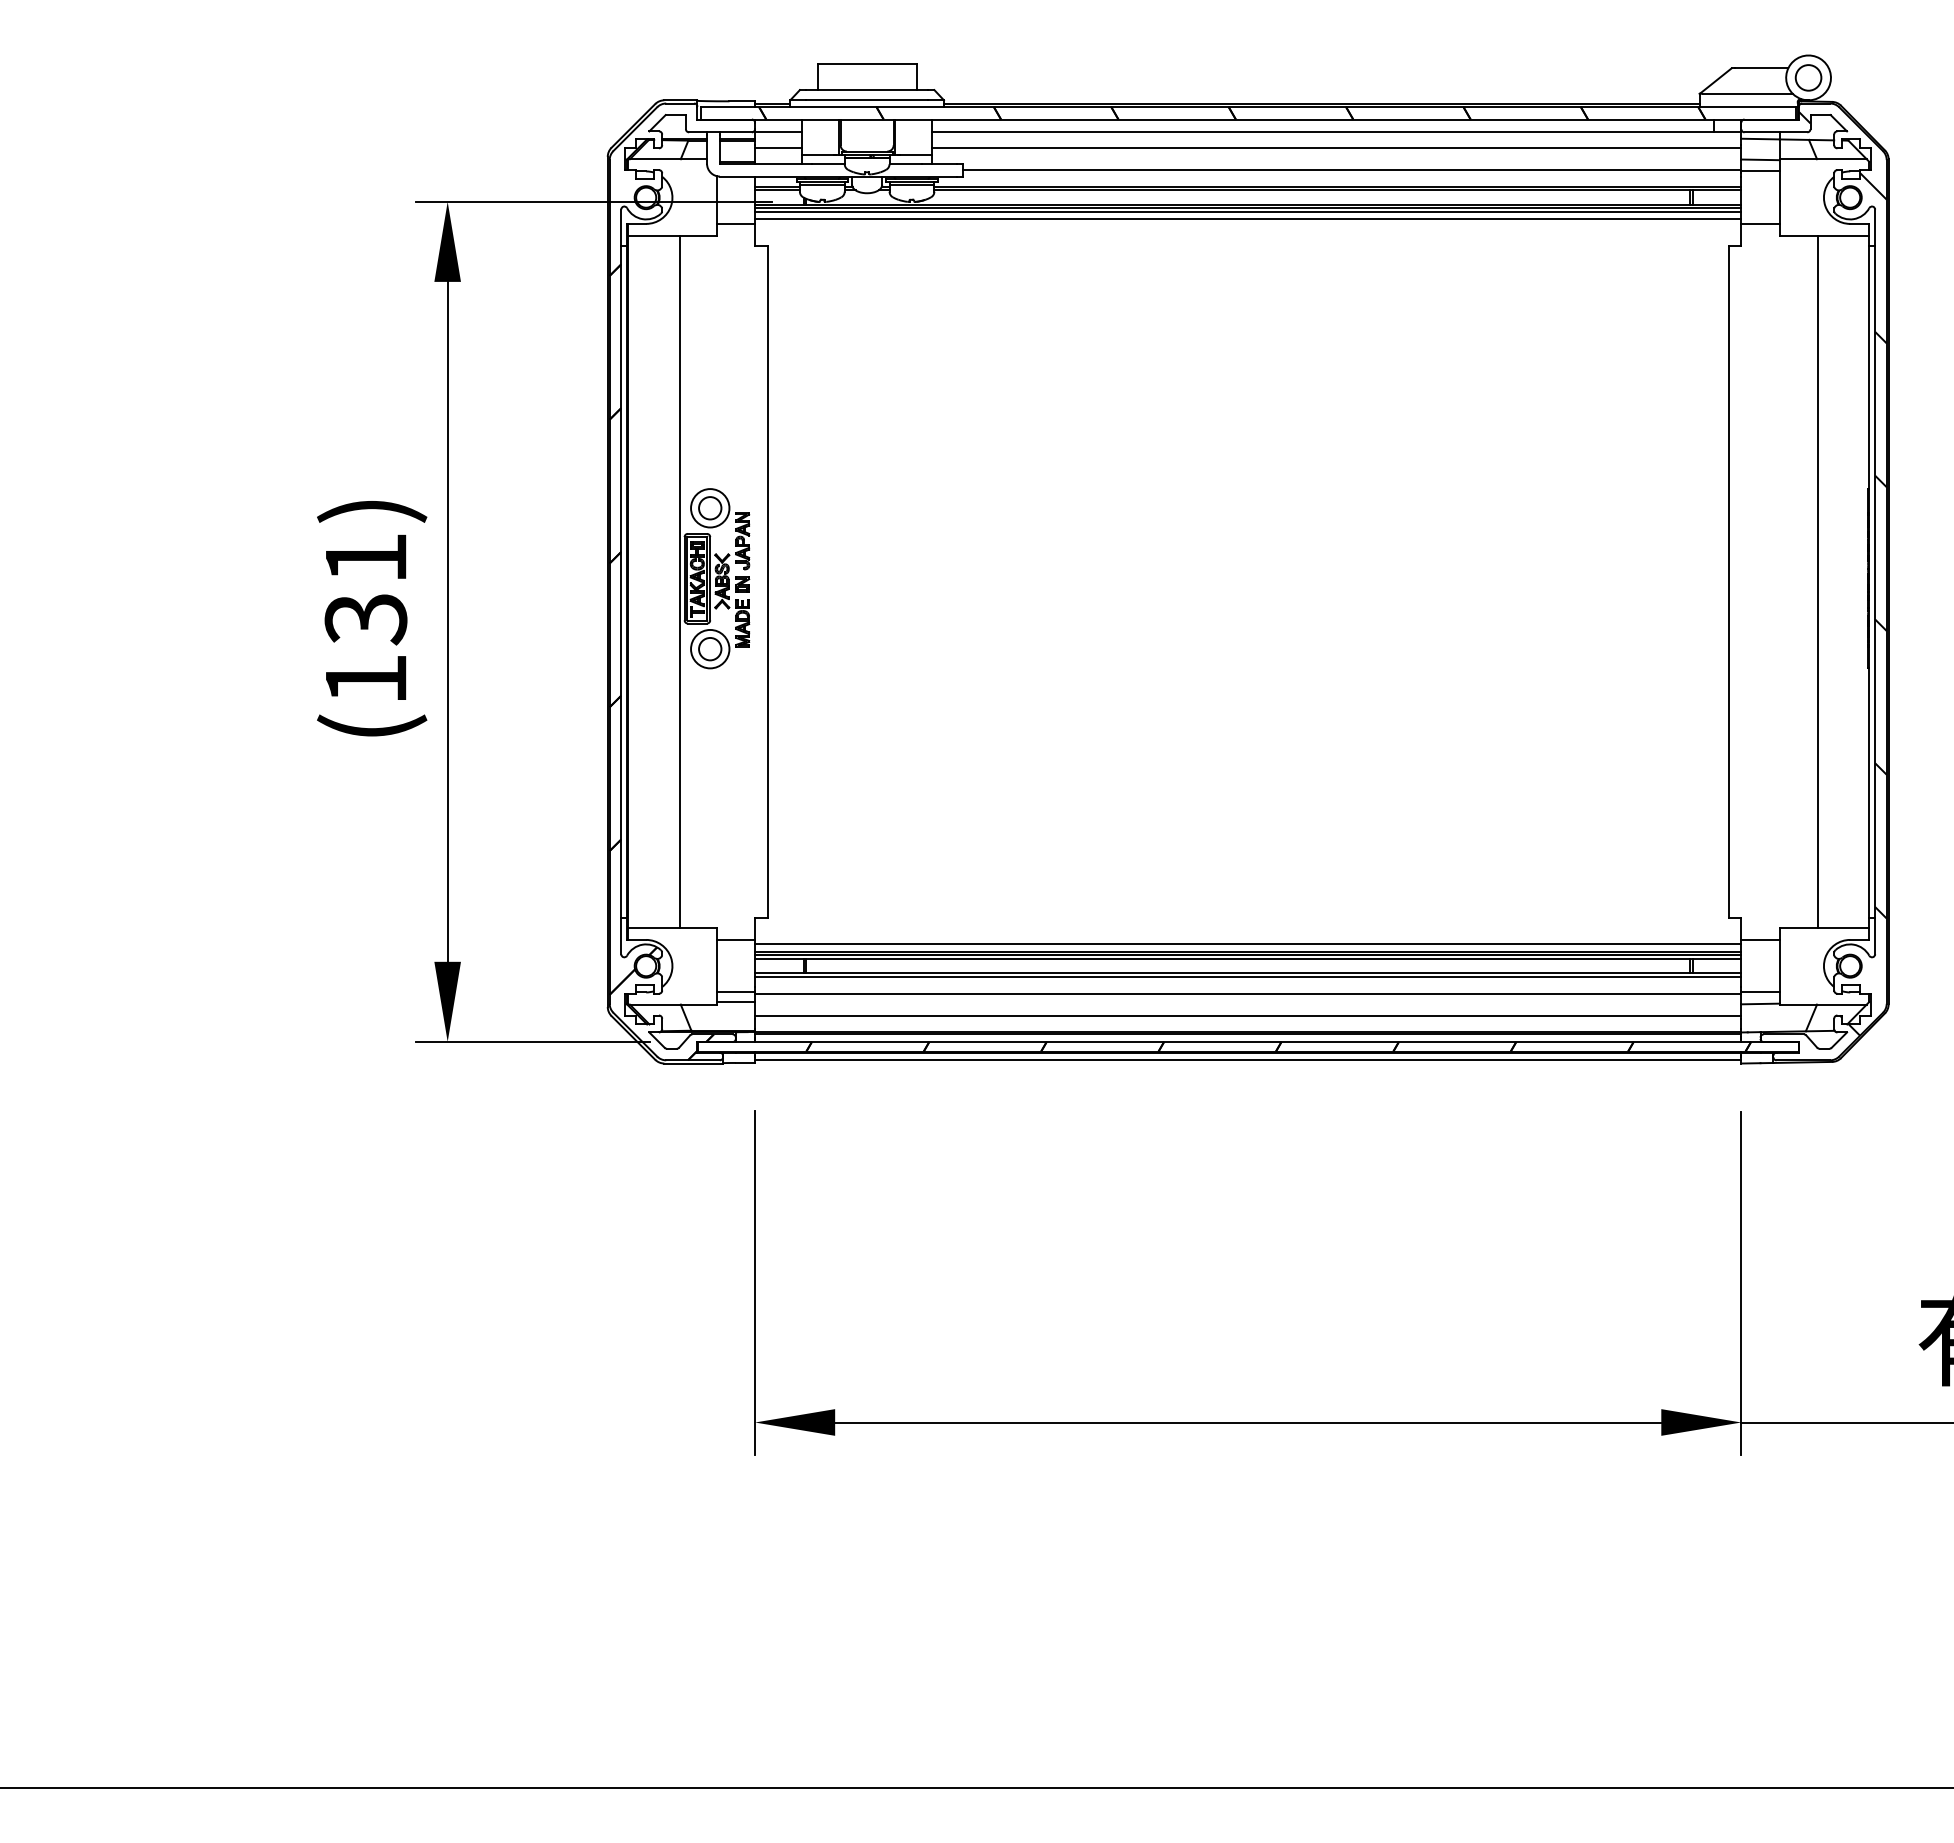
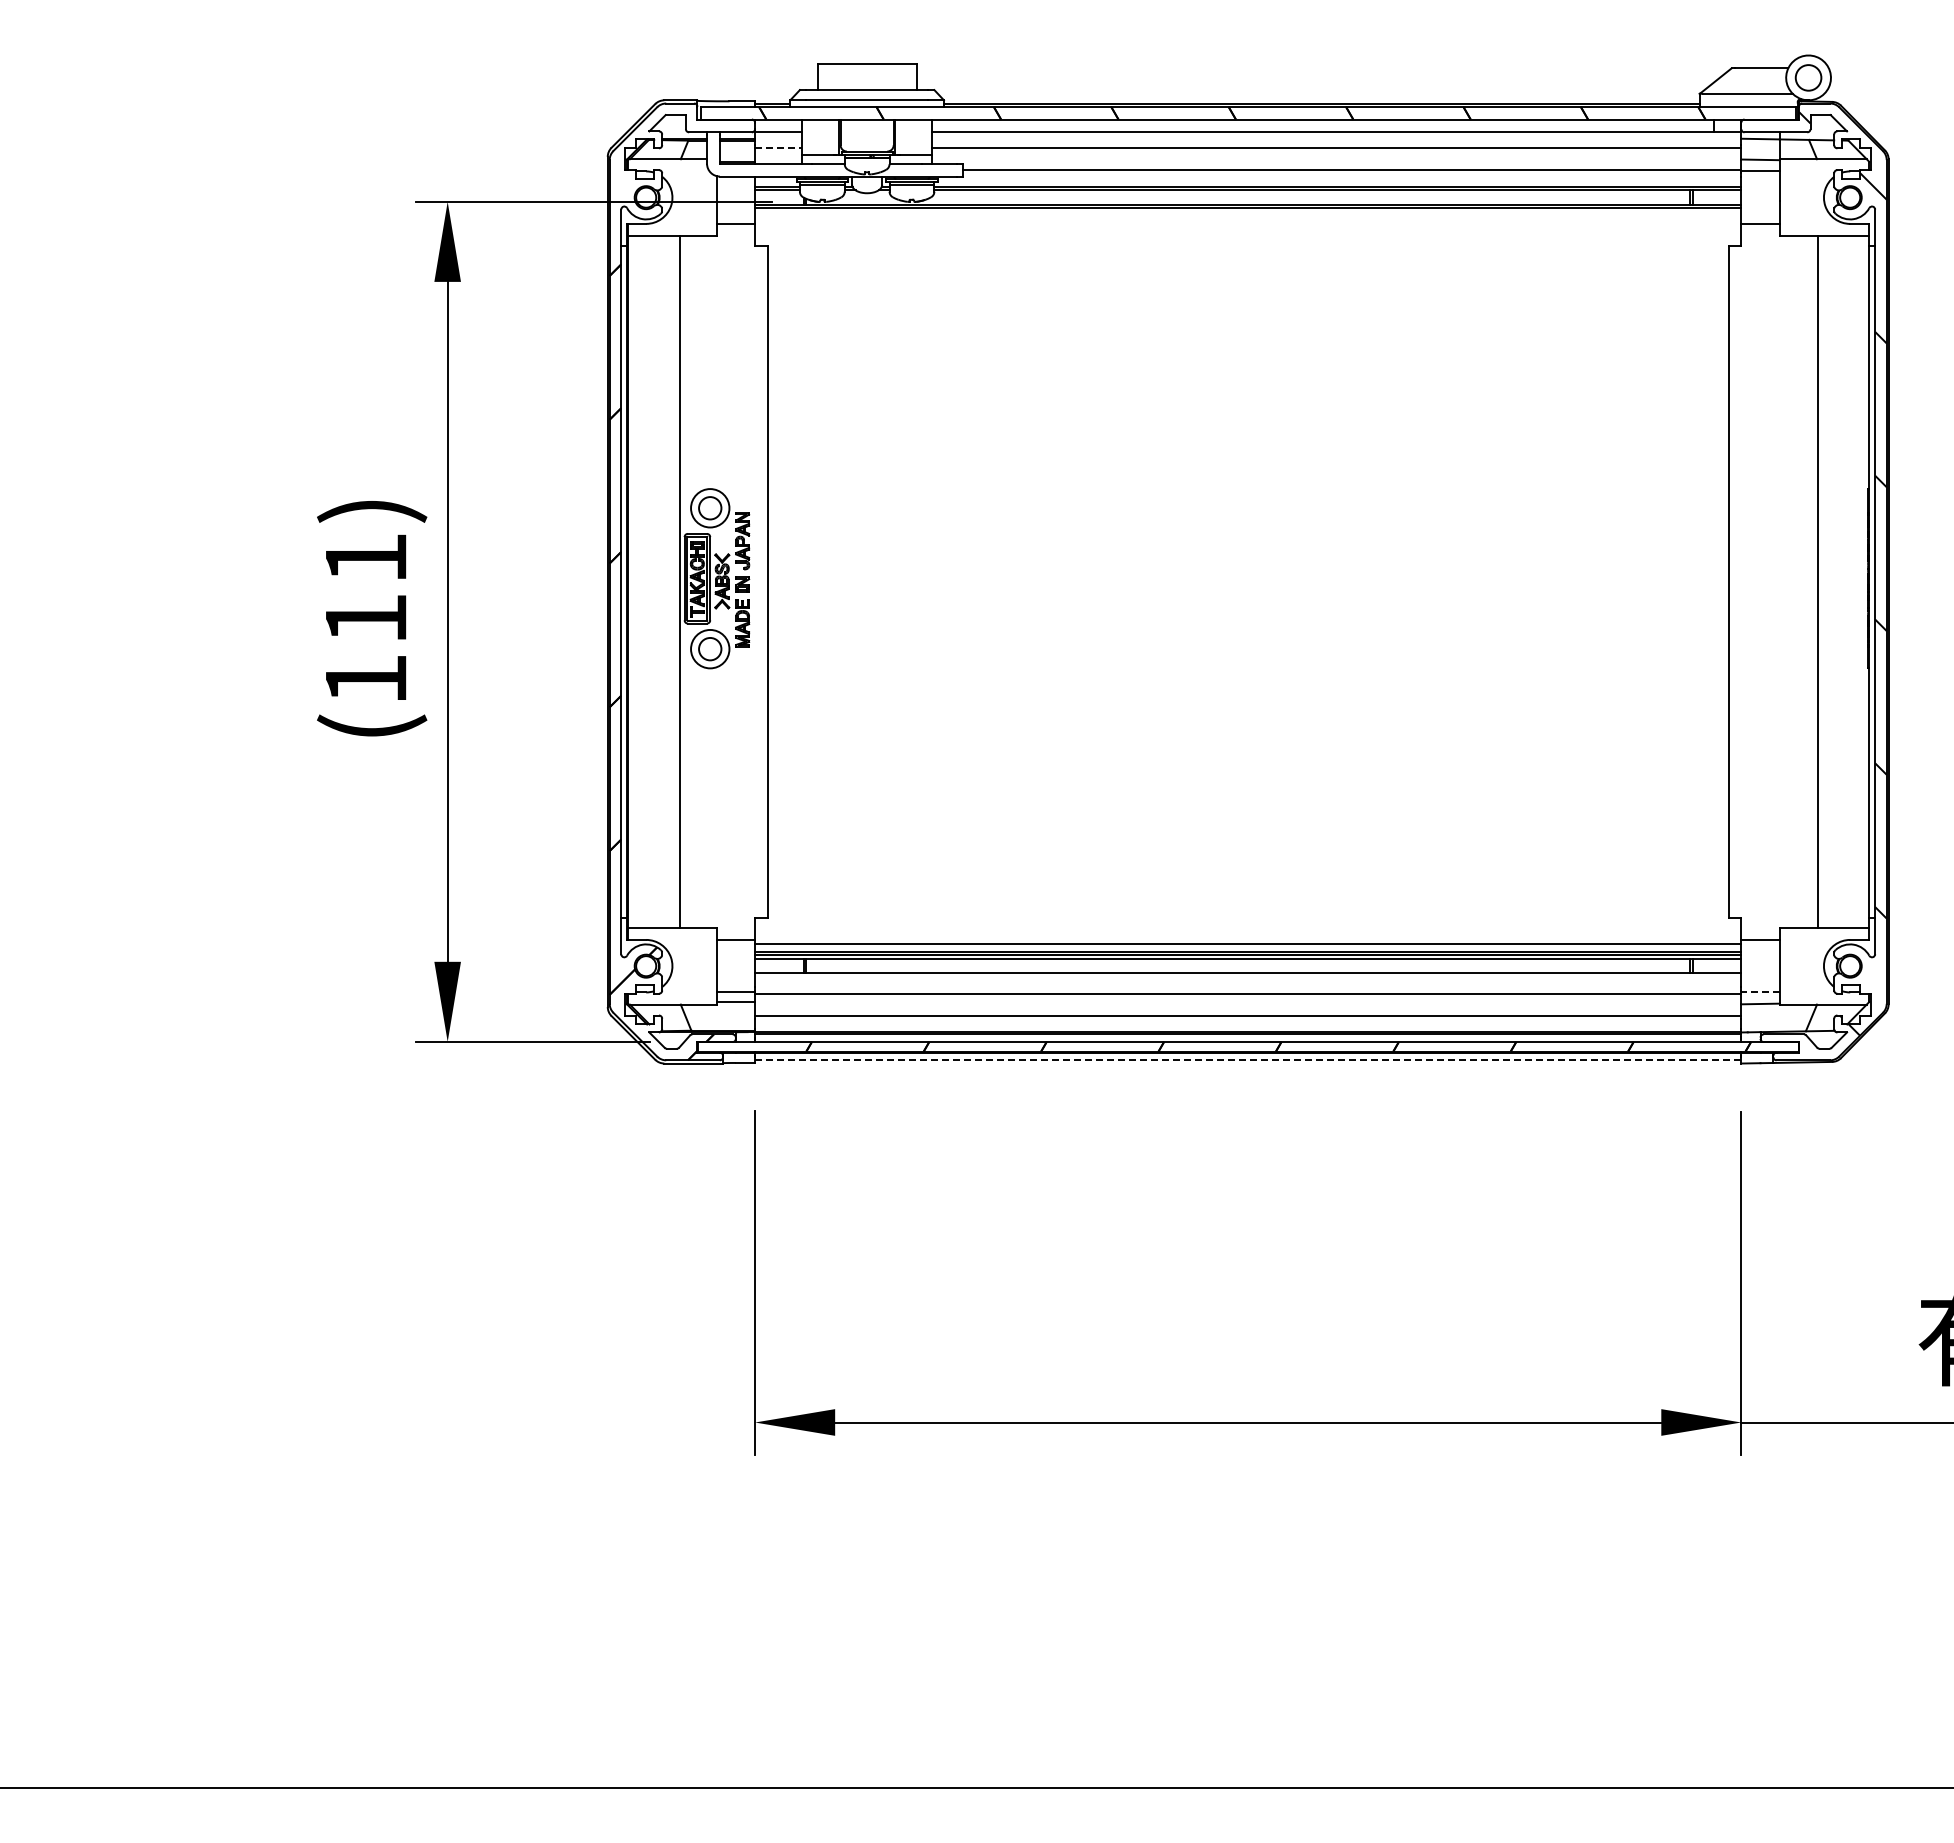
line at (778, 148): solid -> dashed
line at (1248, 211): present -> none
line at (1248, 219): present -> none
text at (365, 619): (131) -> (111)
line at (1248, 976): present -> none
line at (1760, 992): solid -> dashed
line at (1248, 1060): solid -> dashed
